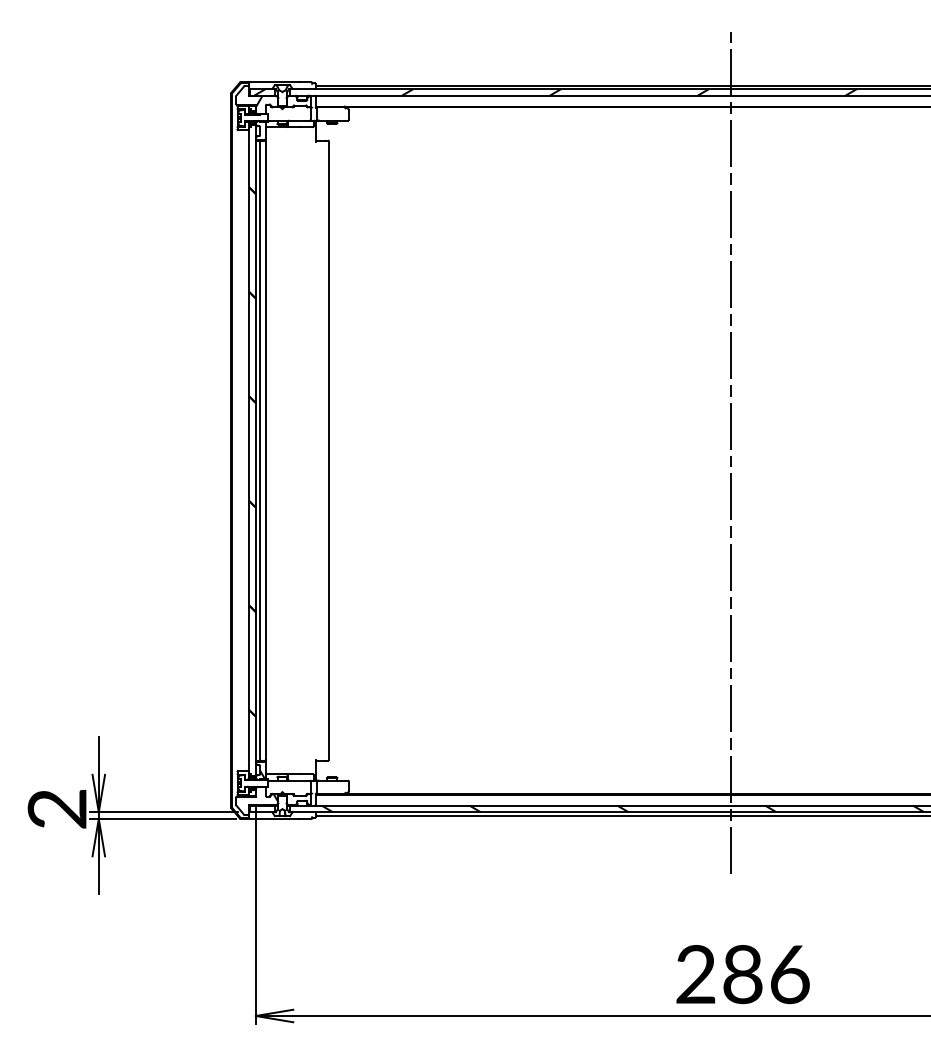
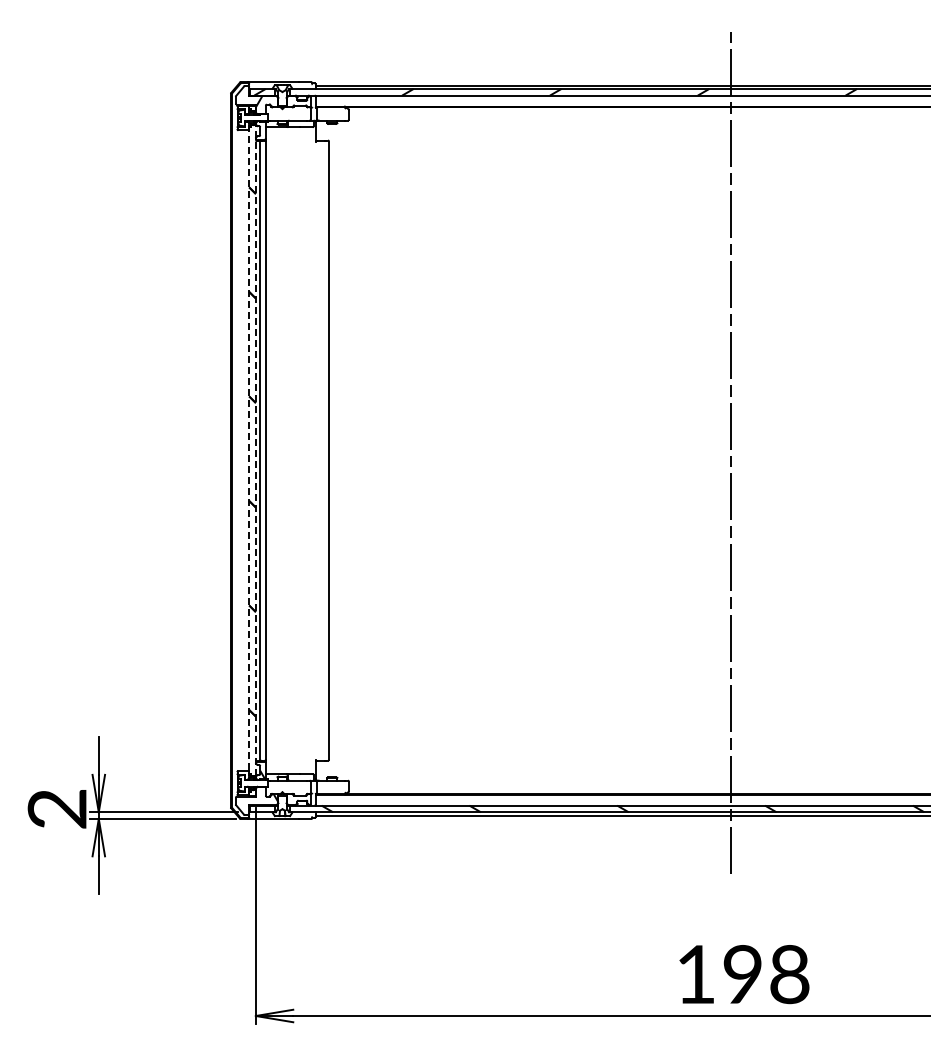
line at (255, 450): solid -> dashed
line at (249, 451): solid -> dashed
text at (742, 974): 286 -> 198
